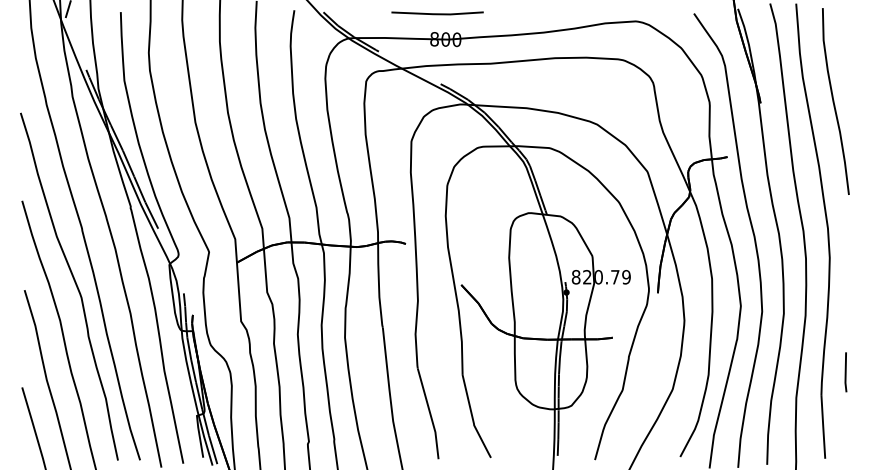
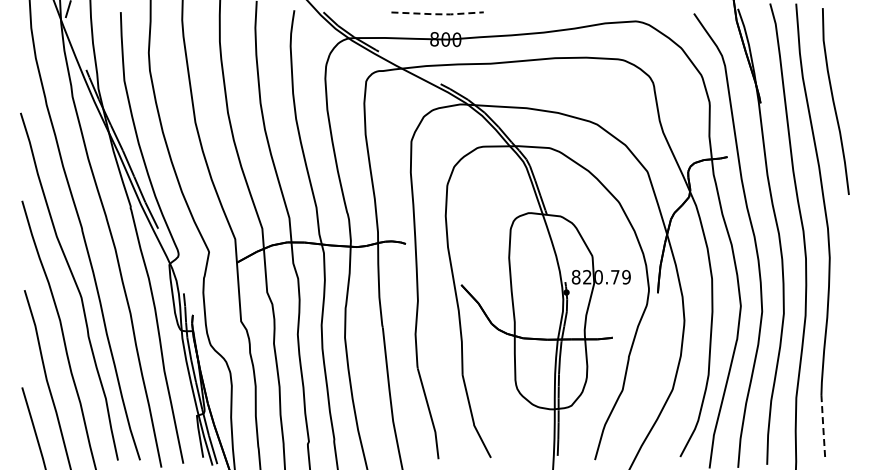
line at (437, 14): solid -> dashed
line at (845, 372): present -> none
line at (823, 427): solid -> dashed
